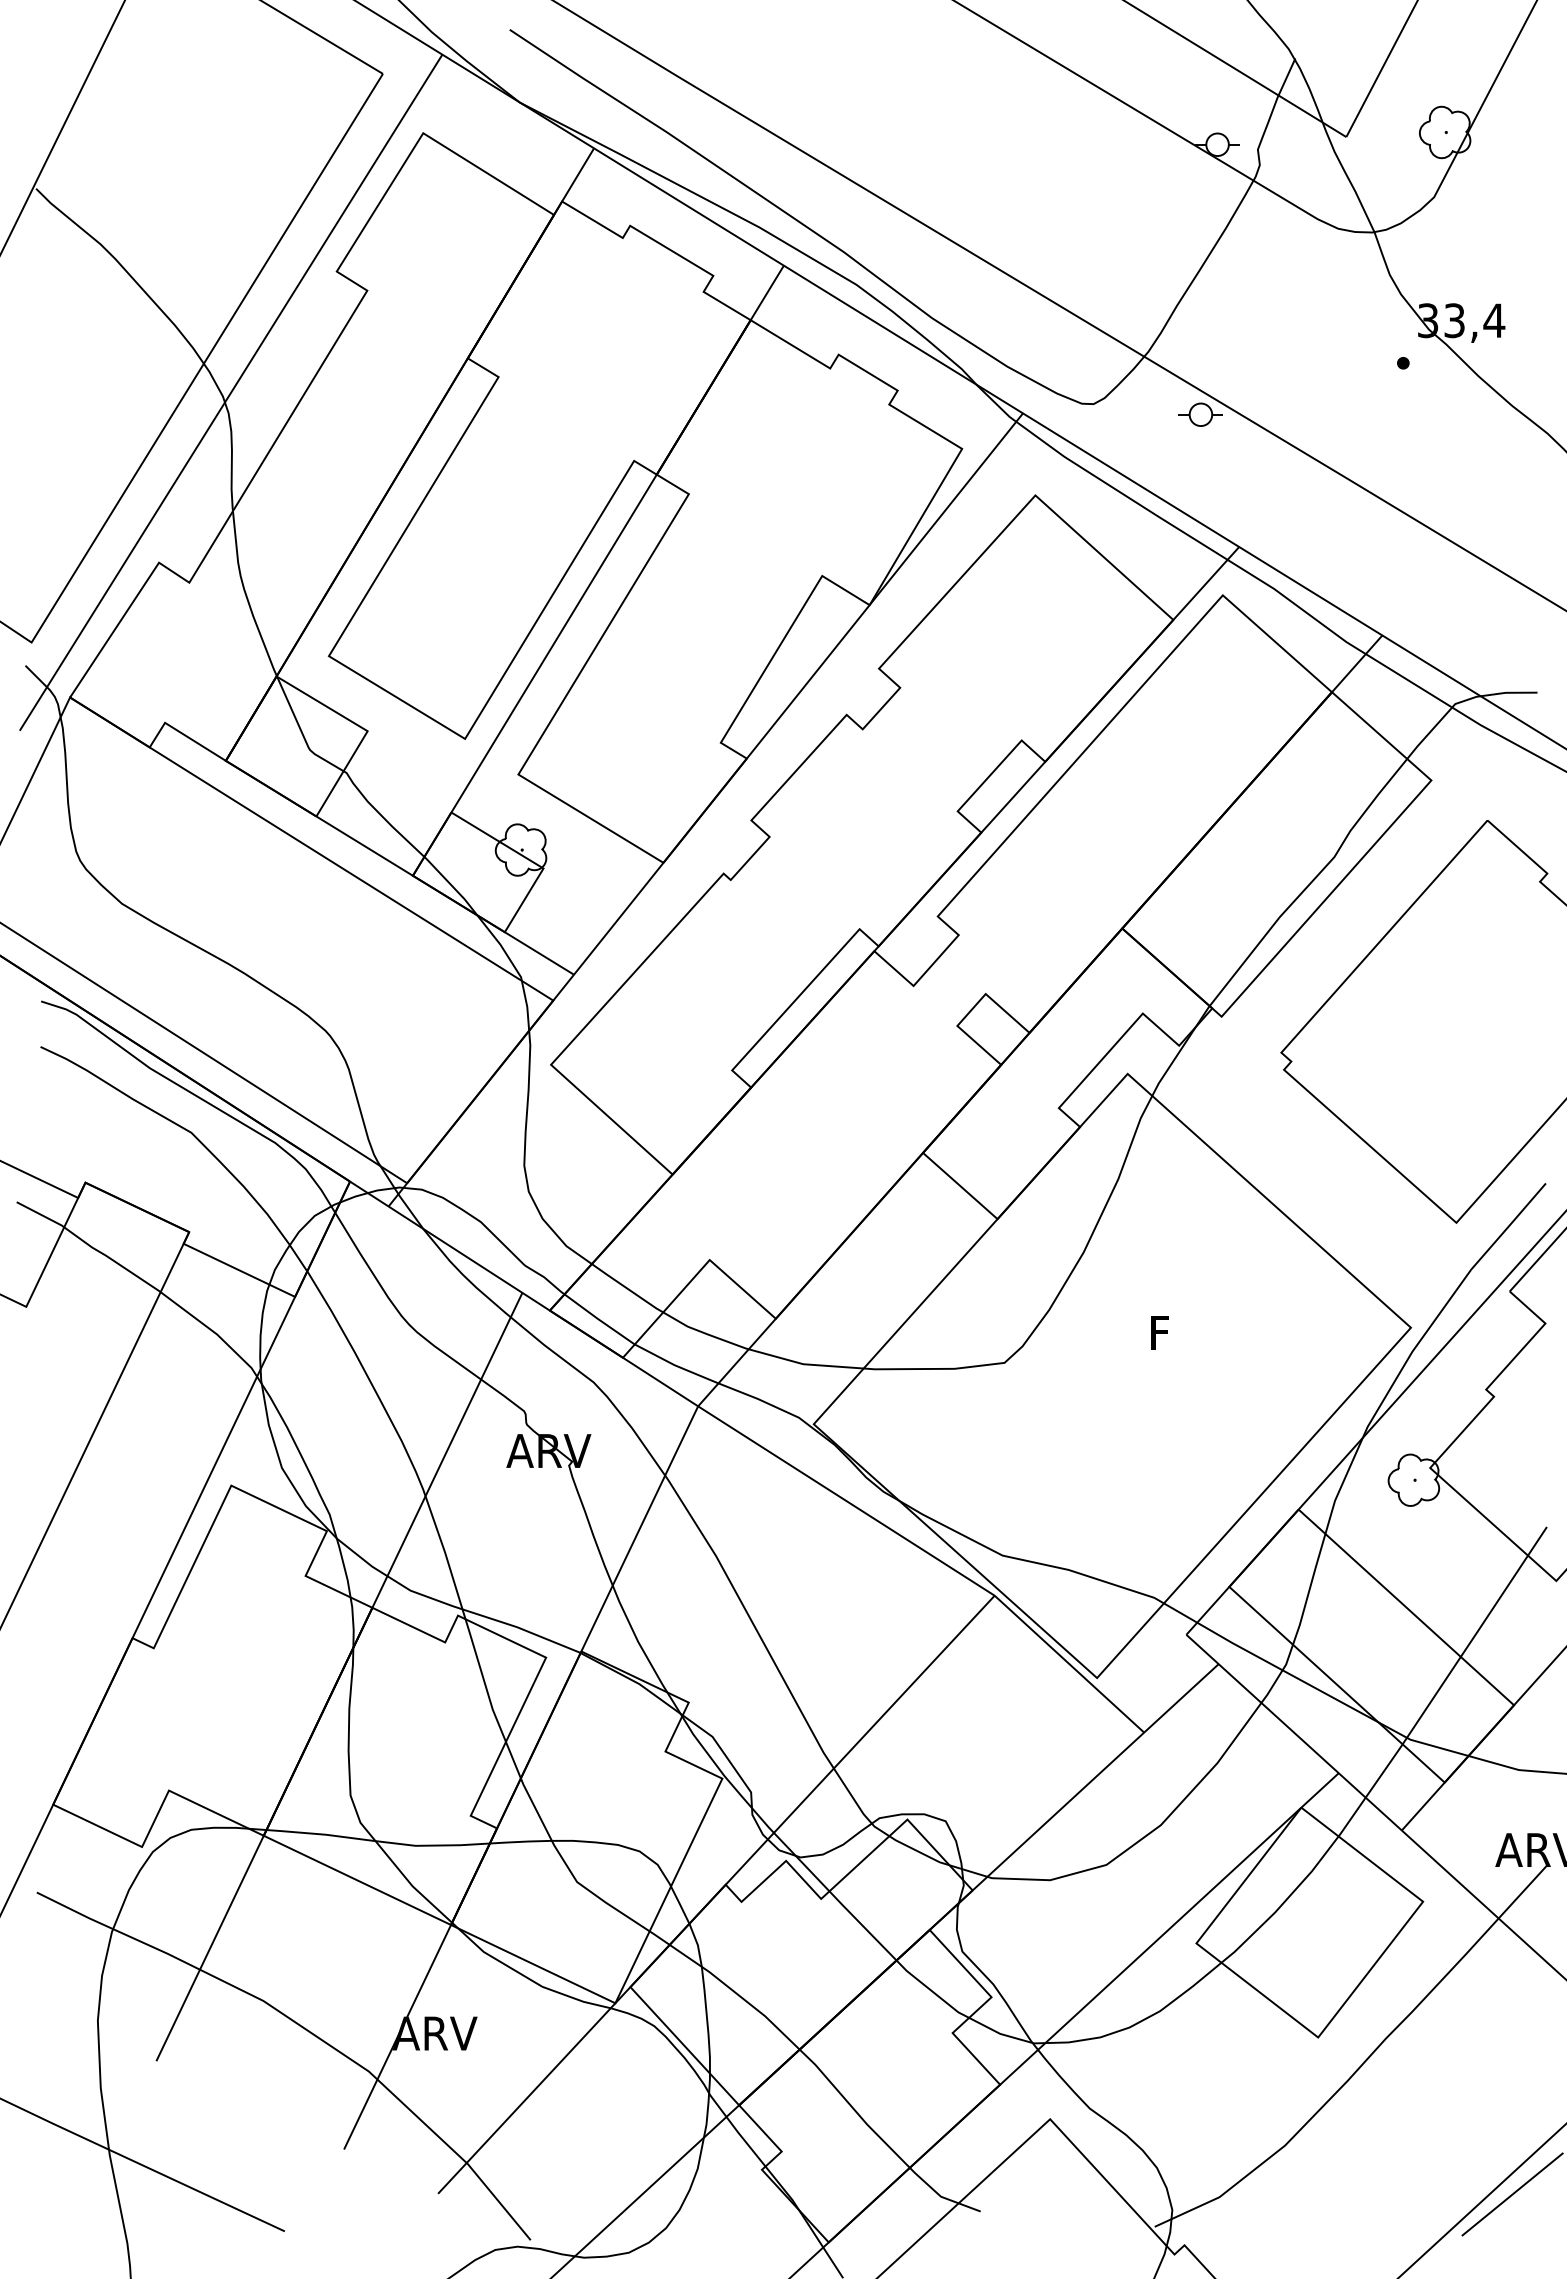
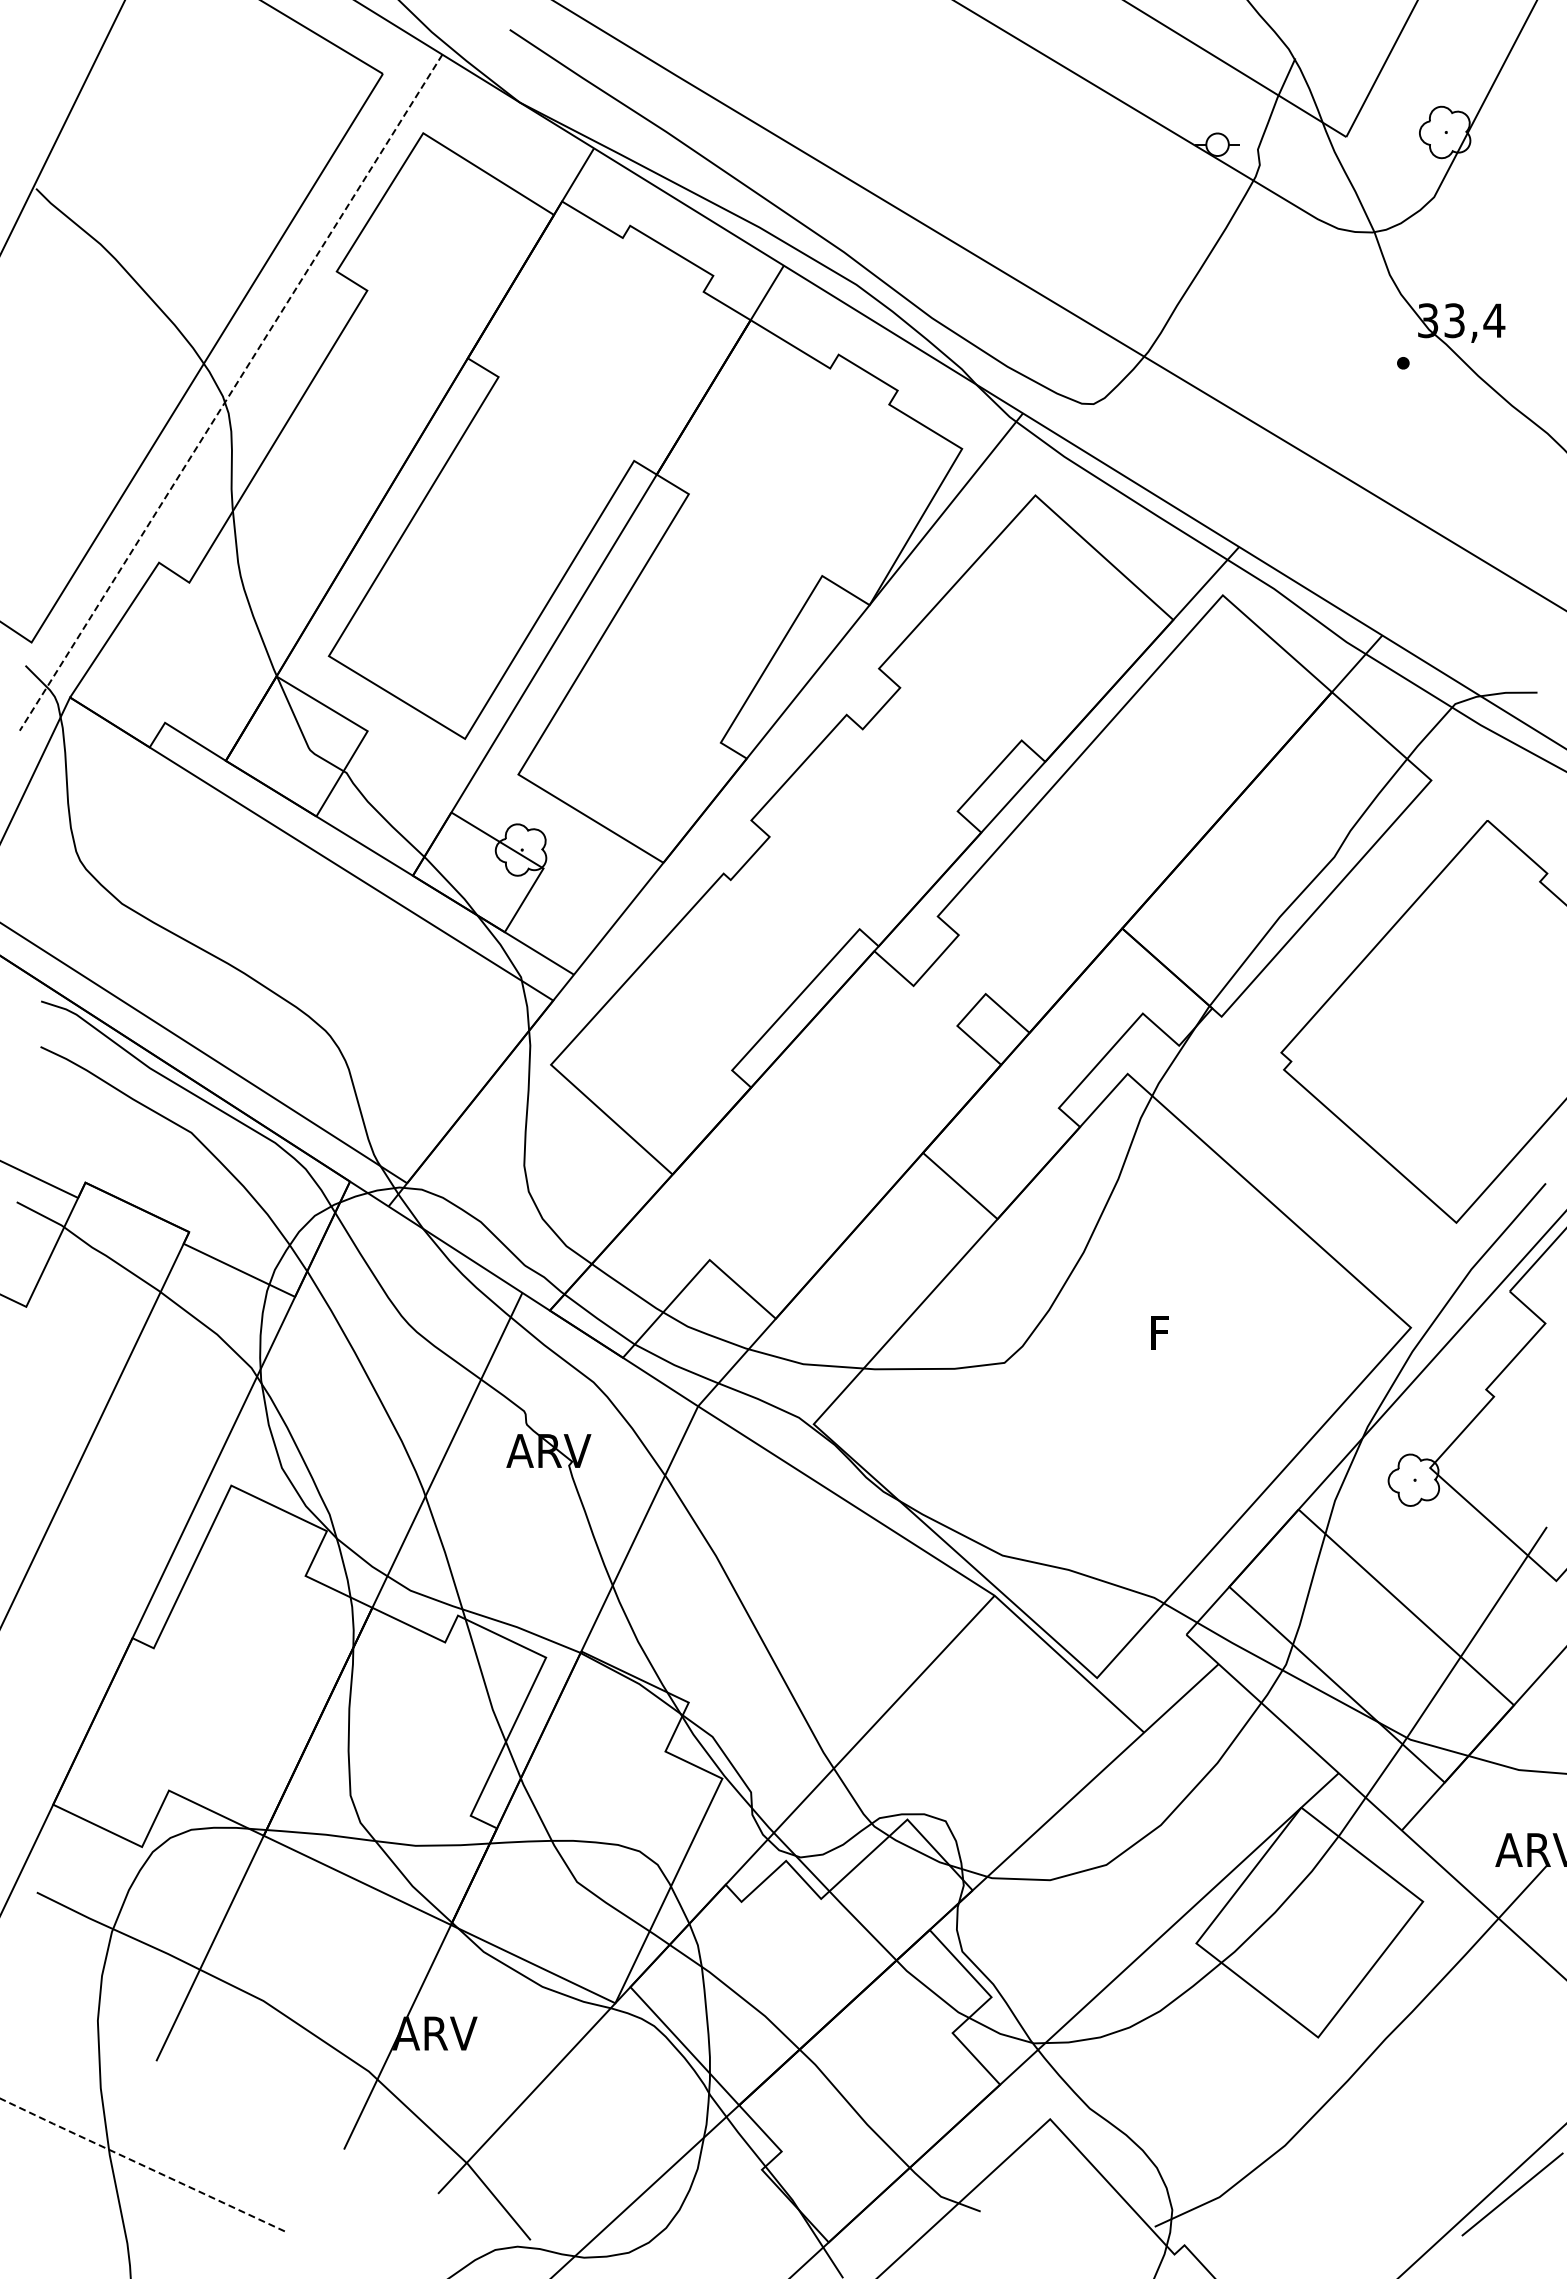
line at (231, 392): solid -> dashed
part at (1200, 414): present -> none
line at (141, 2164): solid -> dashed
